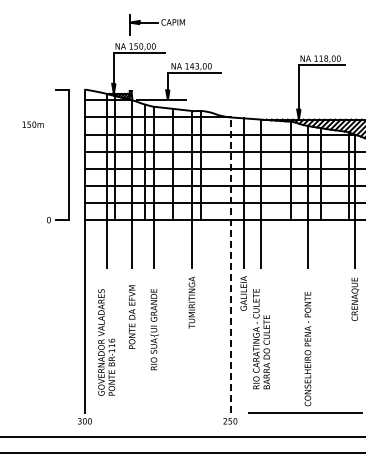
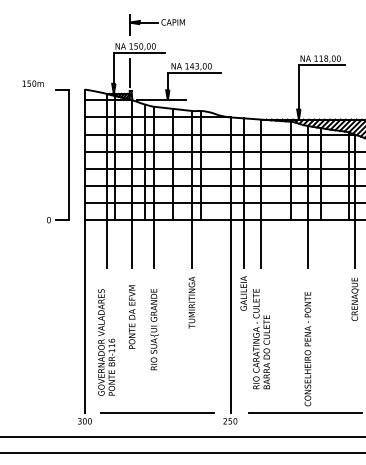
line at (129, 73): none -> present
text at (32, 124) position: (32, 124) -> (32, 83)
line at (230, 265): dashed -> solid
line at (157, 412): none -> present
